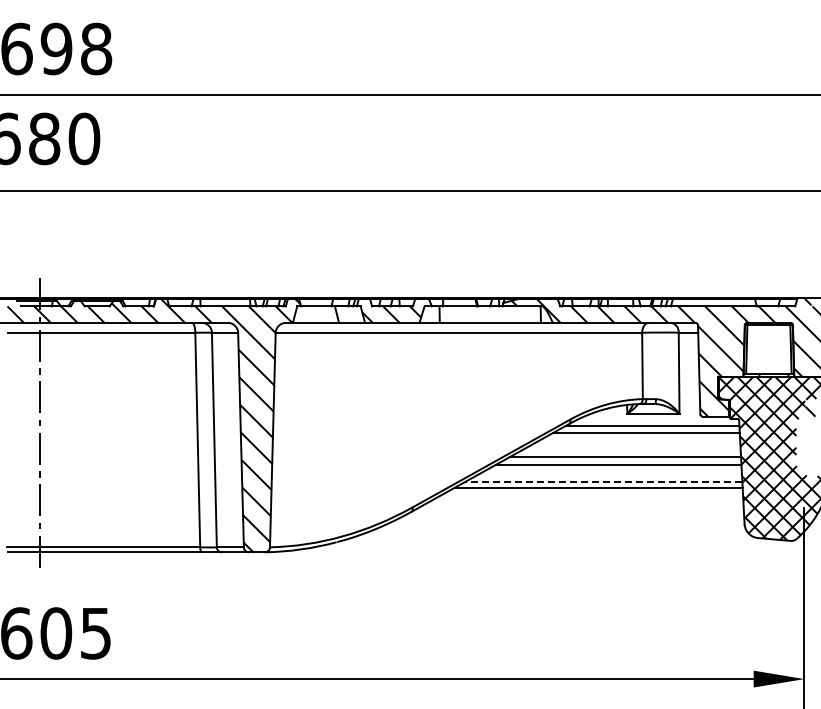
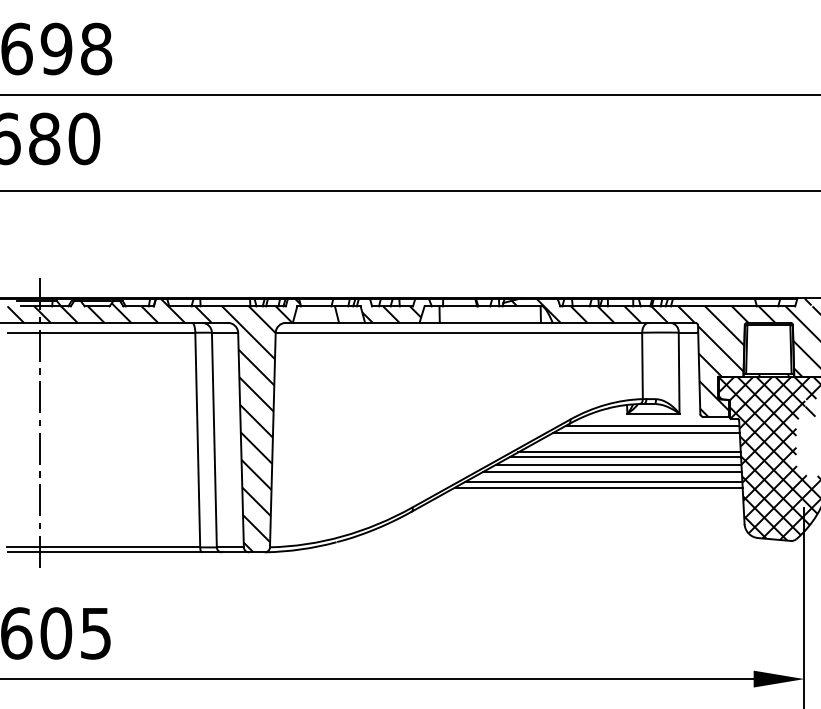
line at (629, 452): none -> present
line at (612, 471): none -> present
line at (603, 482): dashed -> solid
